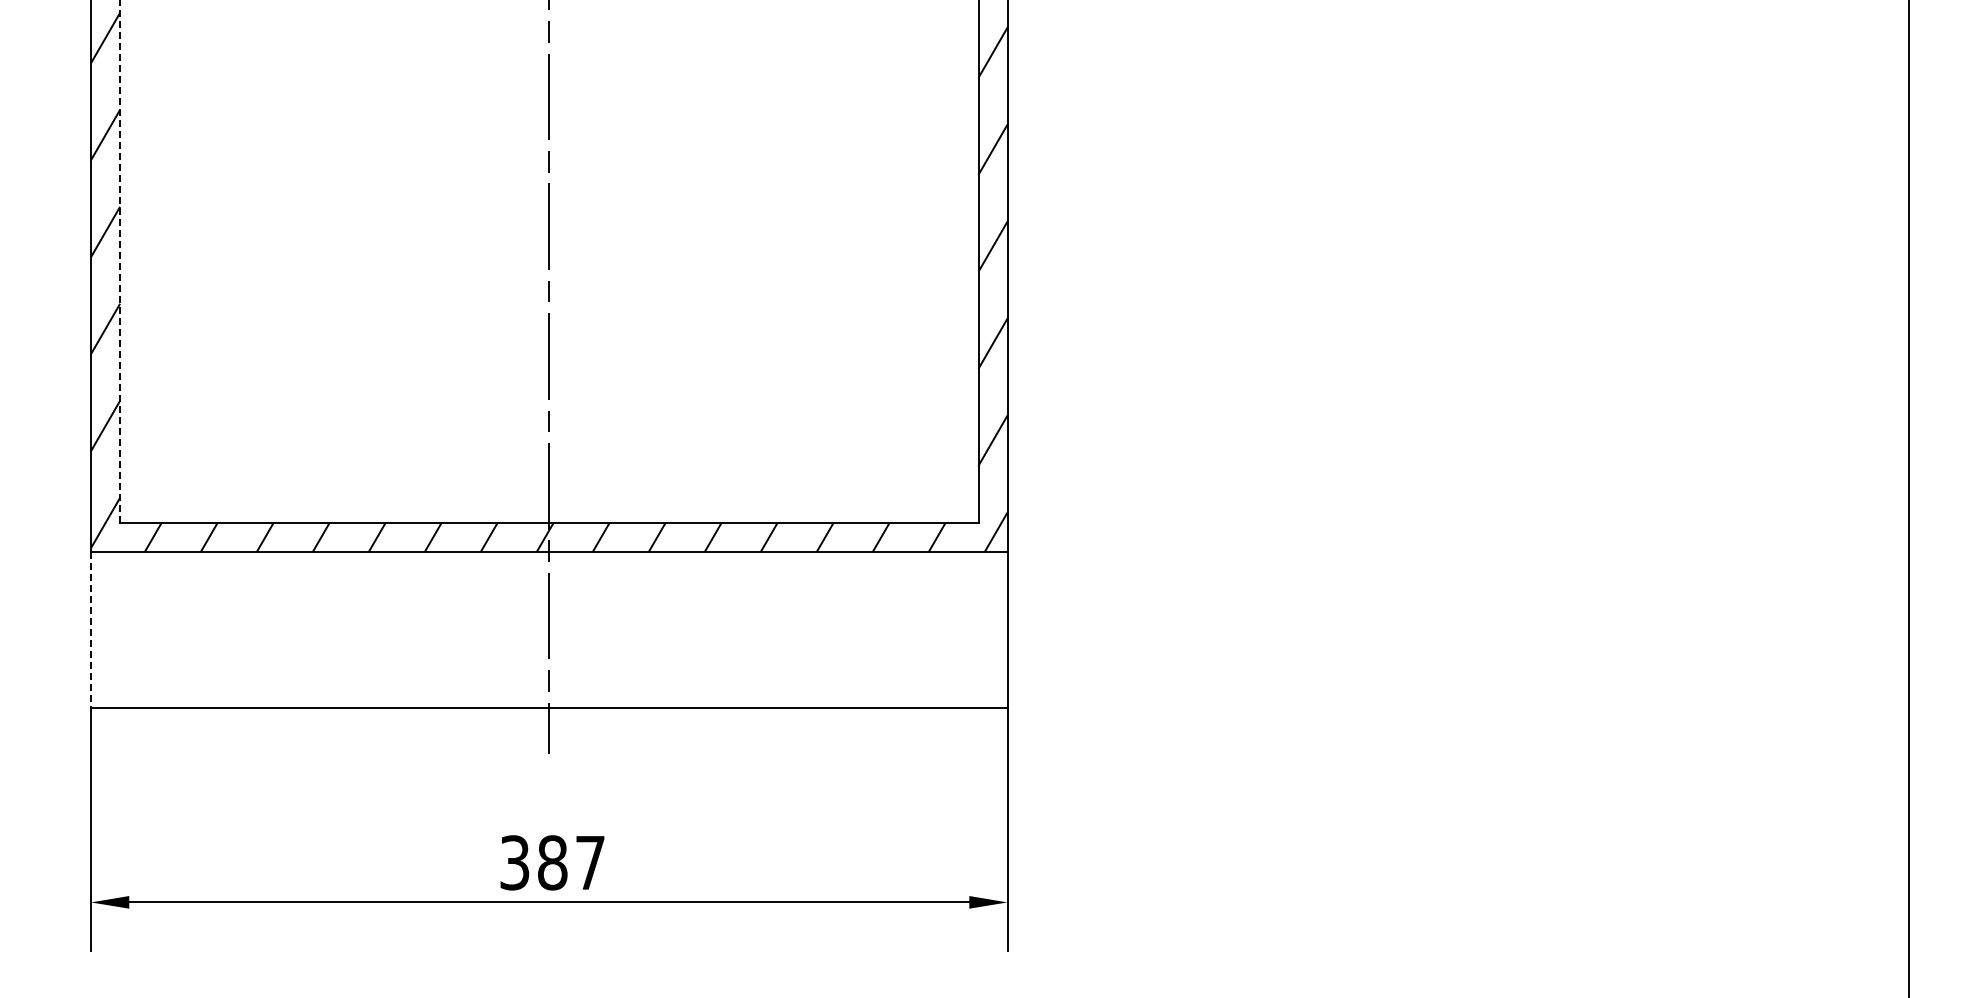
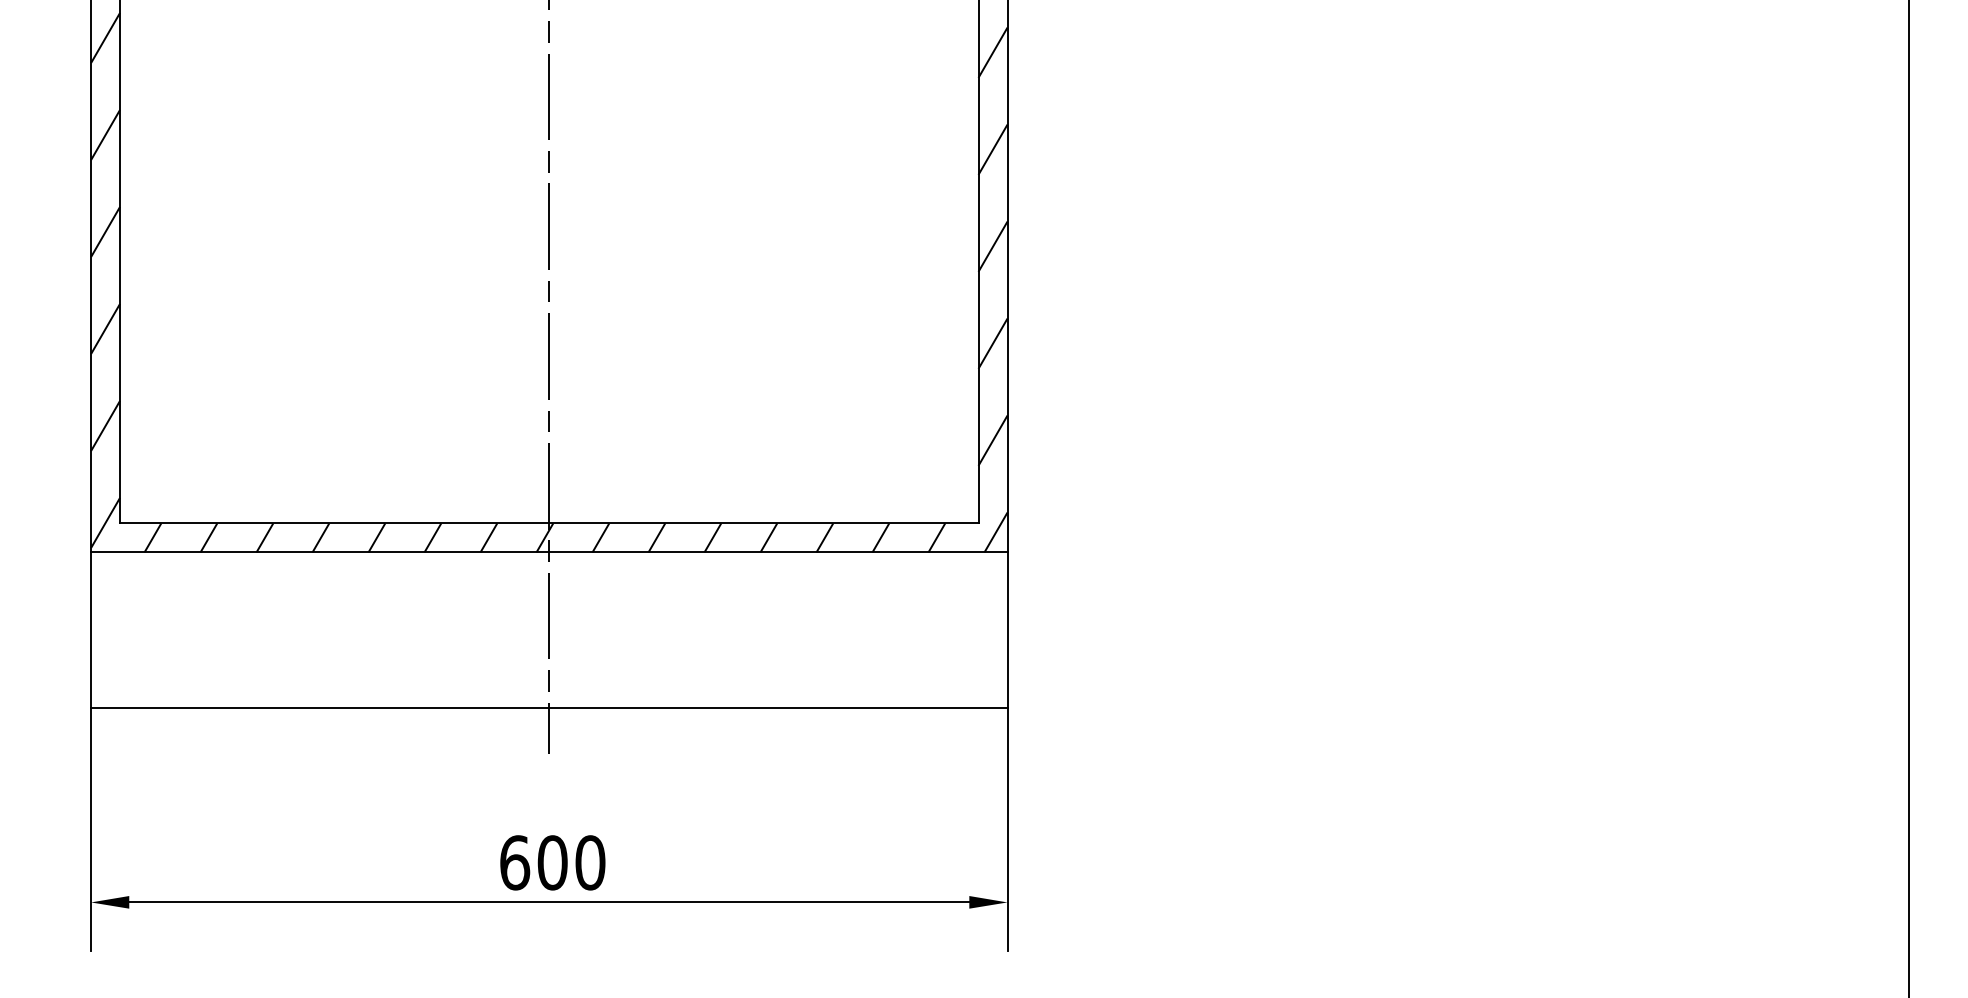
line at (120, 261): dashed -> solid
line at (91, 630): dashed -> solid
text at (552, 862): 387 -> 600
